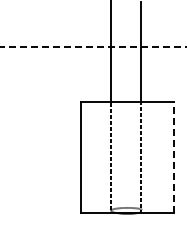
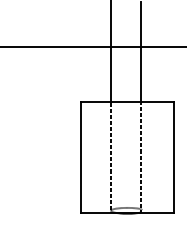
line at (93, 46): dashed -> solid
line at (173, 157): dashed -> solid
